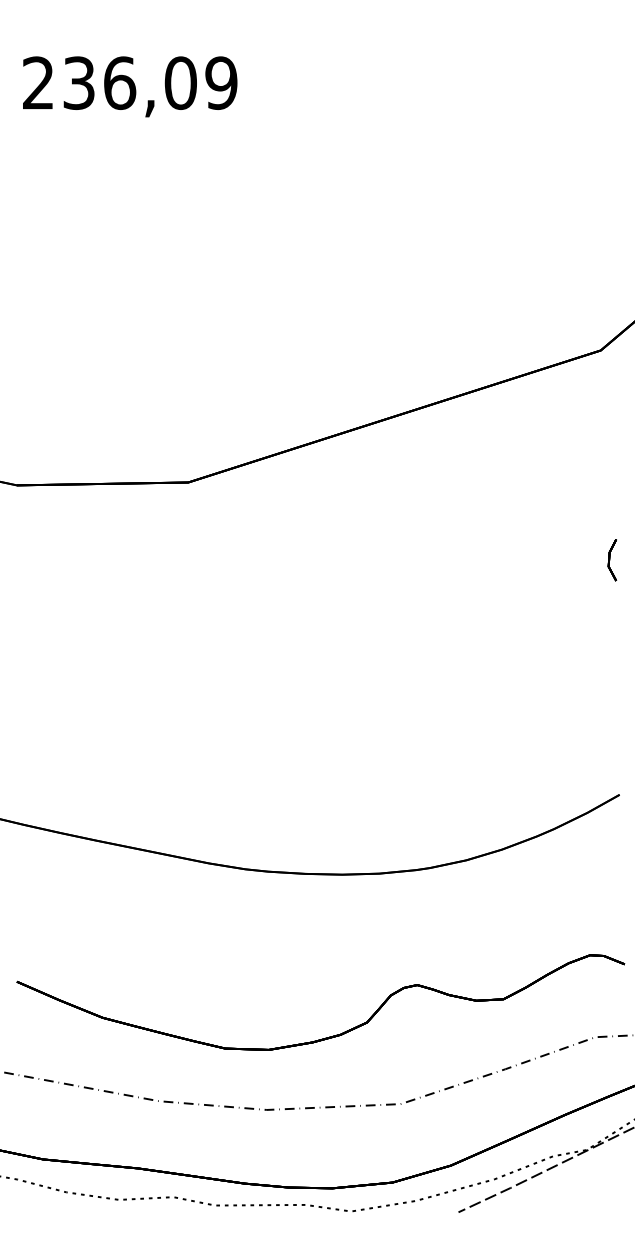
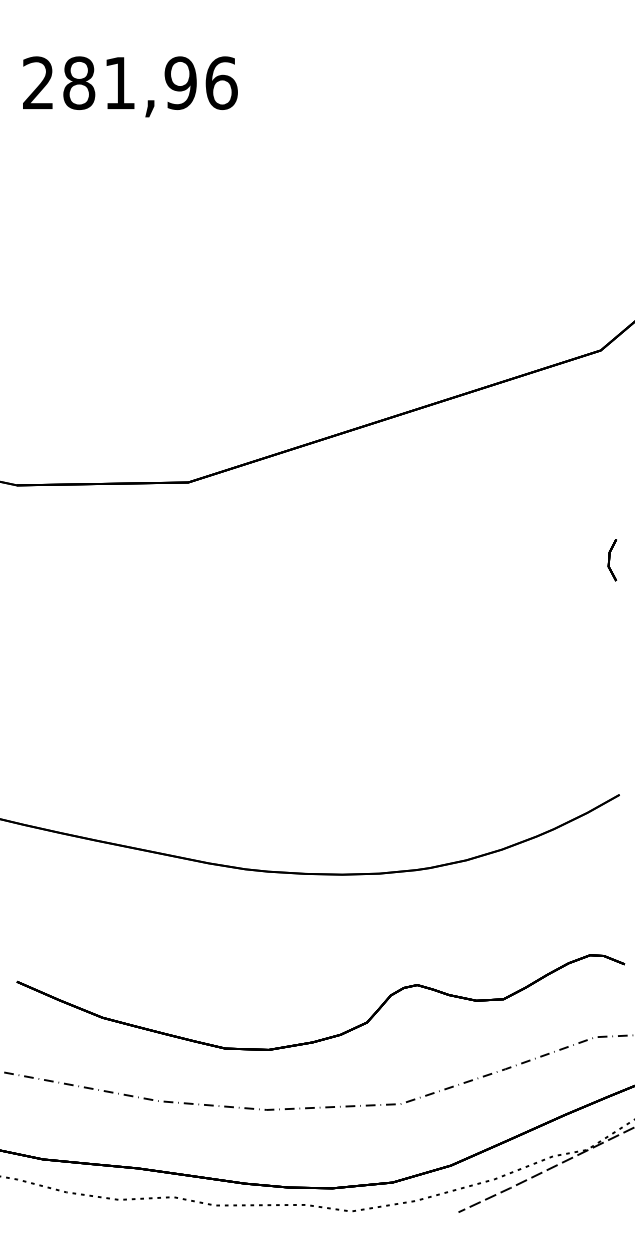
text at (150, 83): 236,09 -> 281,96
